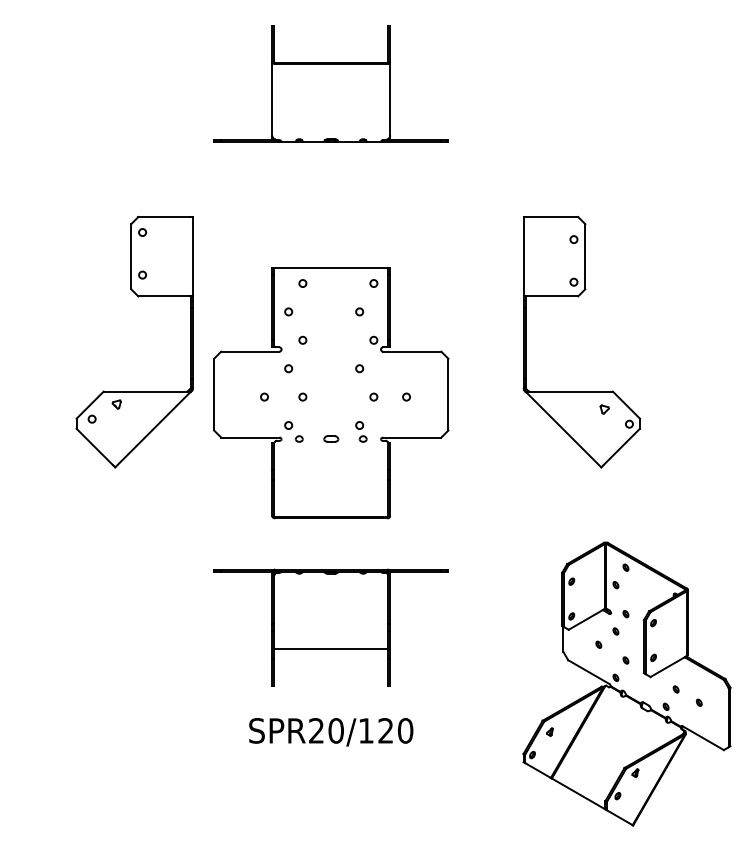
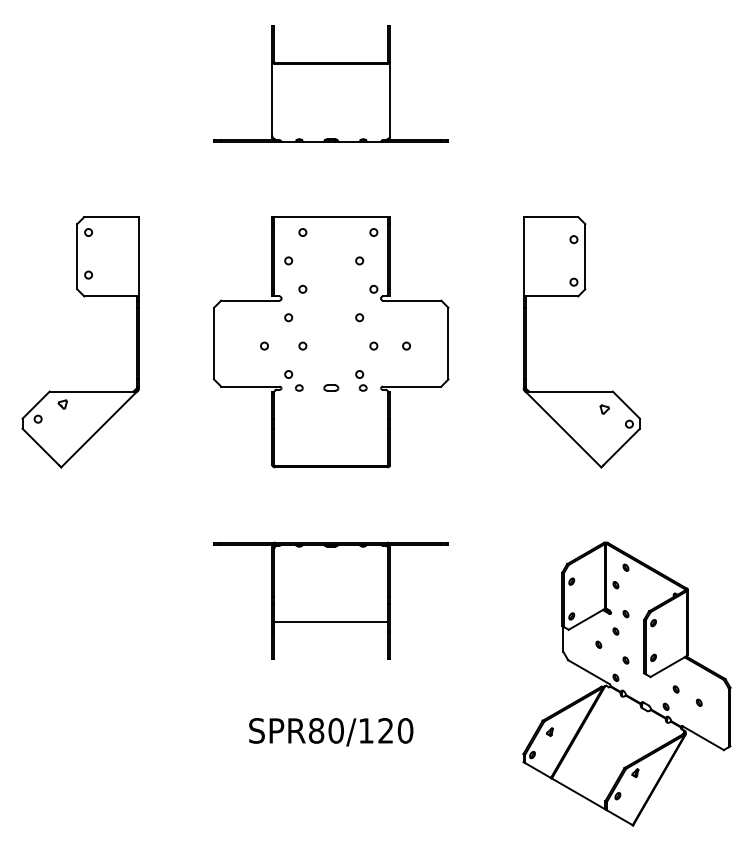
part at (138, 297) position: (138, 297) -> (84, 297)
part at (331, 393) position: (331, 393) -> (331, 342)
part at (330, 627) position: (330, 627) -> (330, 600)
text at (316, 730): SPR20/120 -> SPR80/120
